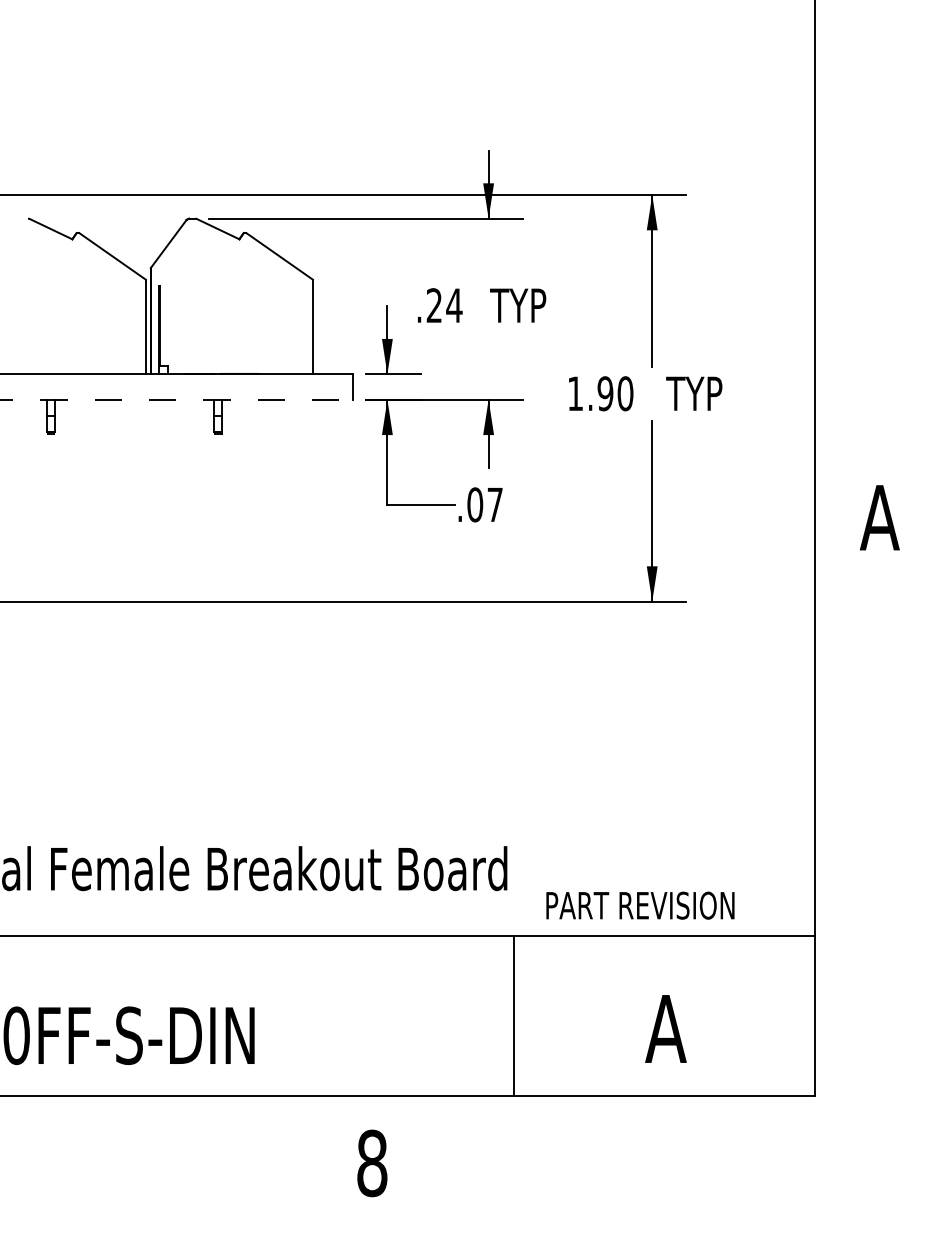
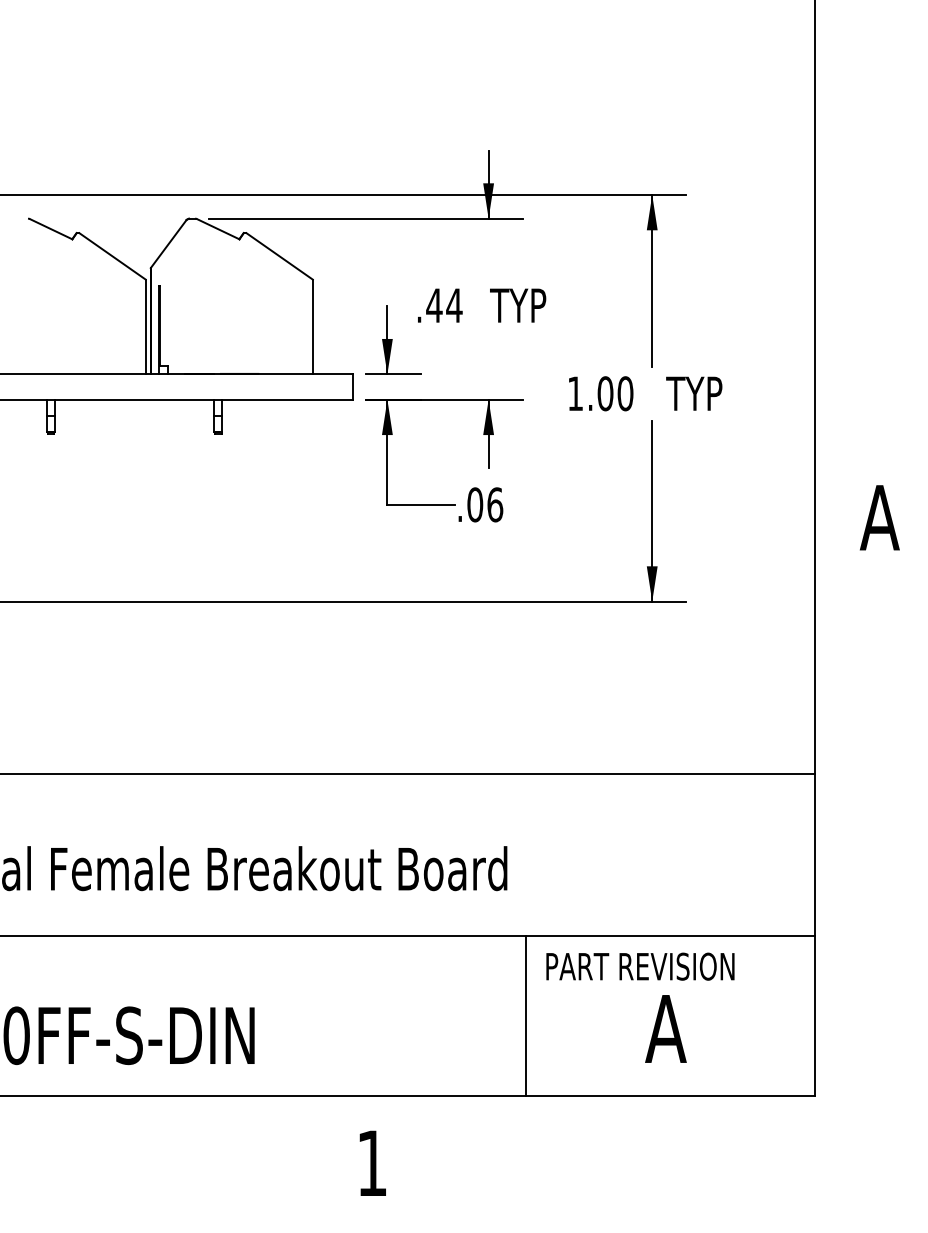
text at (434, 305): .24 -> .44
text at (605, 393): 1.90 -> 1.00
line at (176, 399): dashed -> solid
text at (495, 504): .07 -> .06
line at (408, 774): none -> present
text at (640, 905) position: (640, 905) -> (640, 966)
line at (513, 1015) position: (513, 1015) -> (525, 1015)
text at (372, 1163): 8 -> 1
